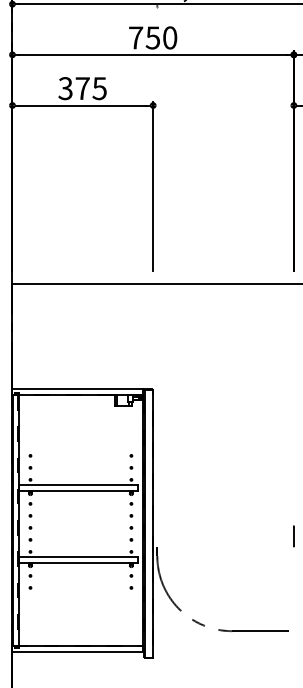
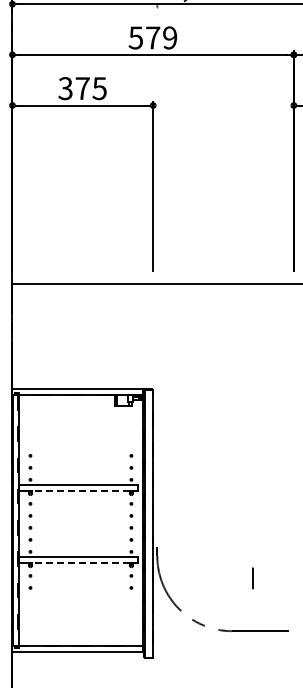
text at (152, 37): 750 -> 579
line at (80, 491): solid -> dashed
line at (293, 536) position: (293, 536) -> (252, 578)
line at (80, 563): solid -> dashed
